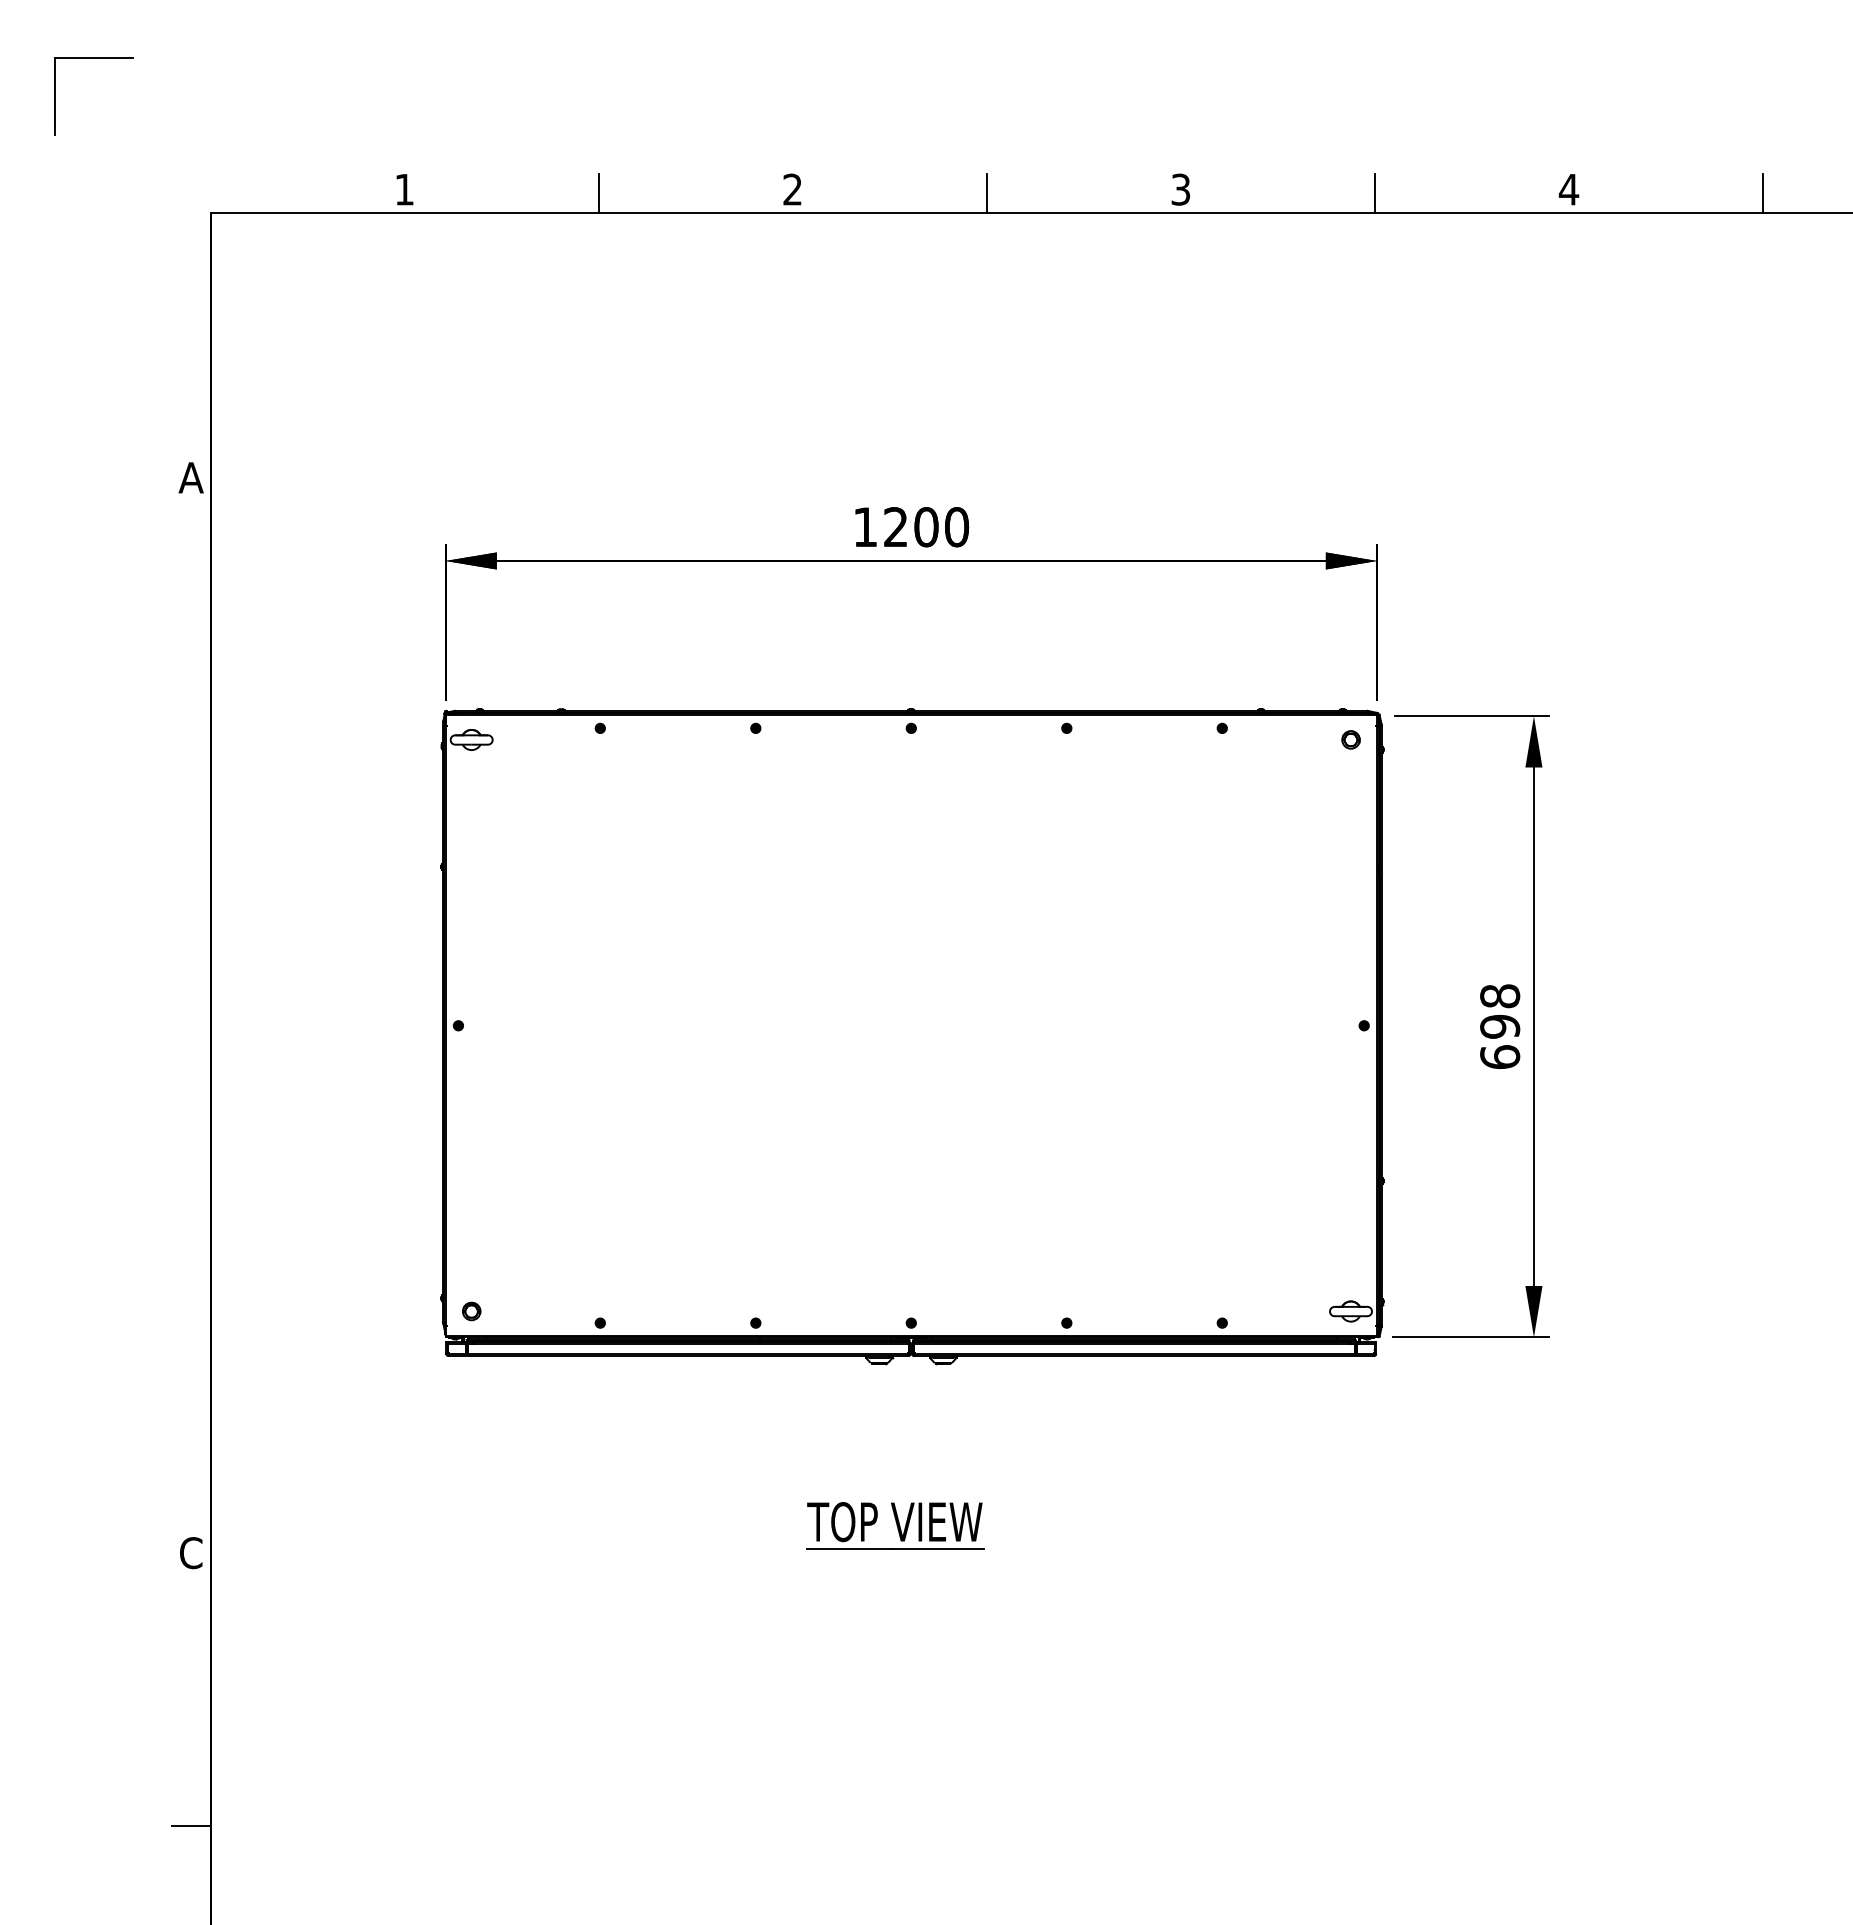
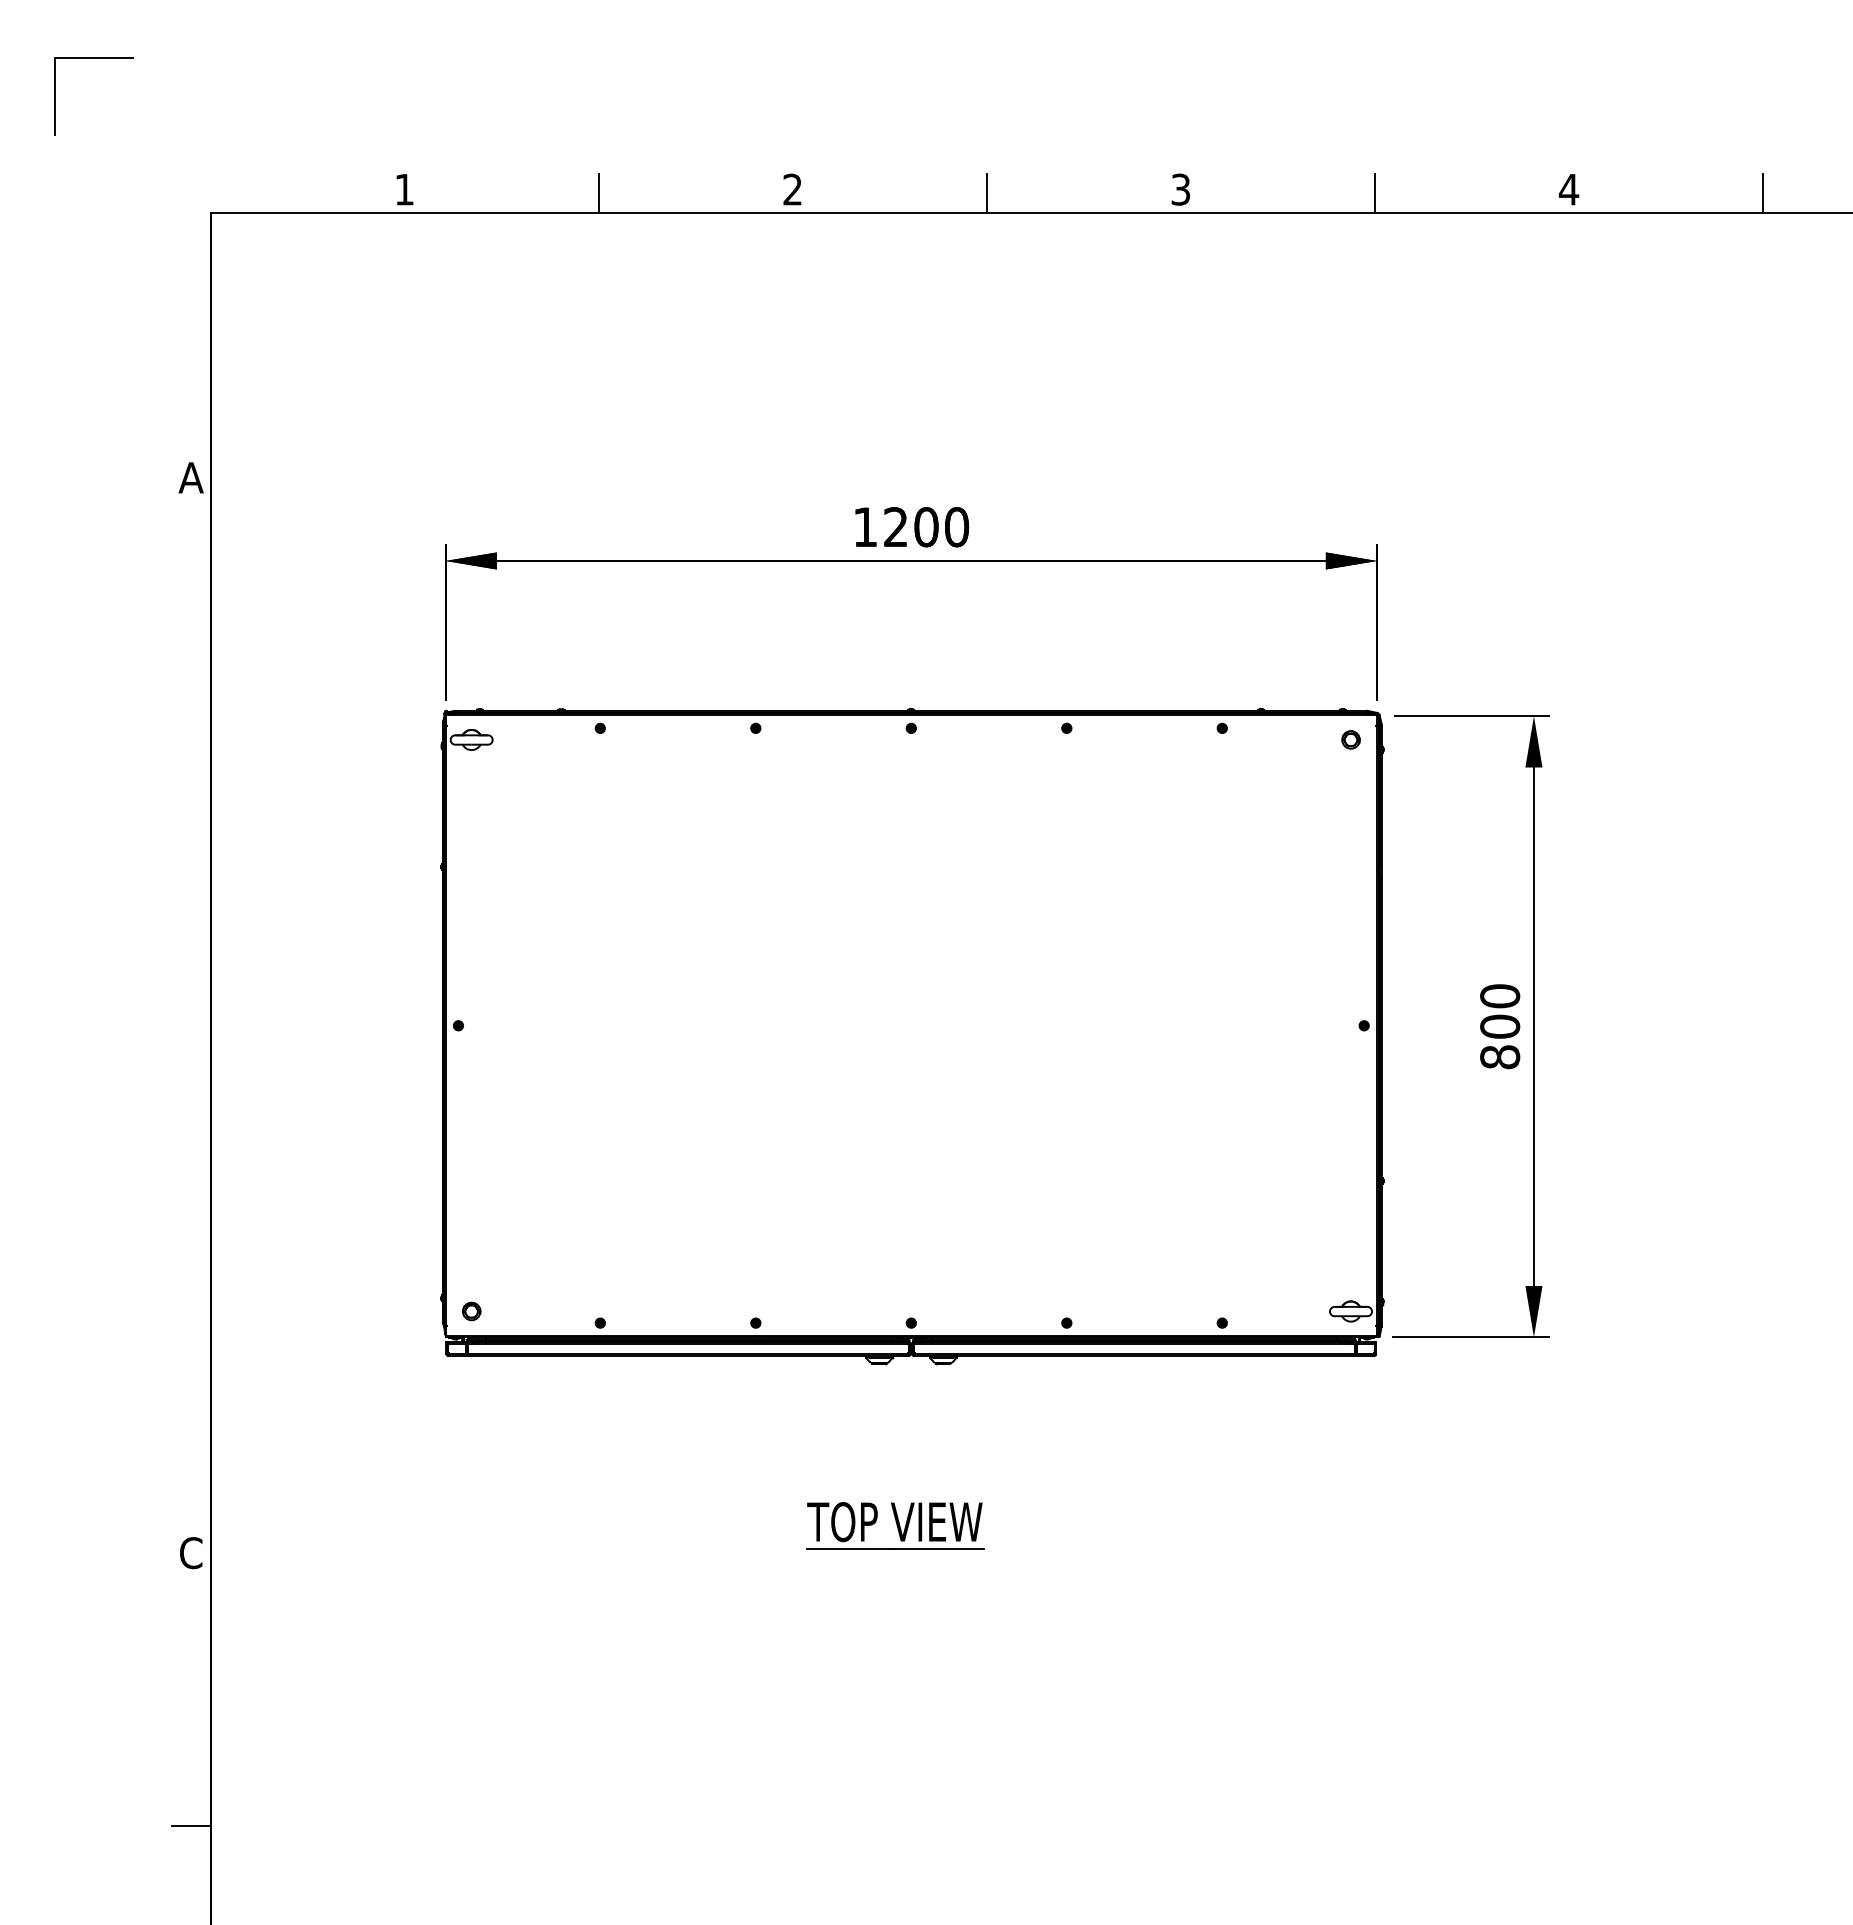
text at (1500, 1026): 698 -> 800
